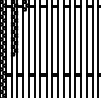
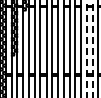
line at (86, 49): solid -> dashed
line at (92, 49): solid -> dashed
